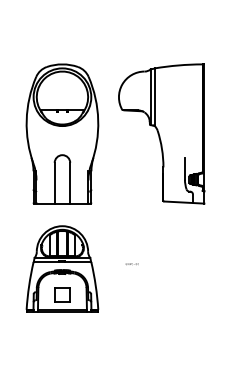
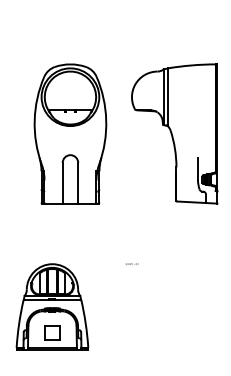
part at (62, 133) position: (62, 133) -> (70, 133)
part at (161, 133) position: (161, 133) -> (174, 133)
part at (62, 268) position: (62, 268) -> (52, 306)
